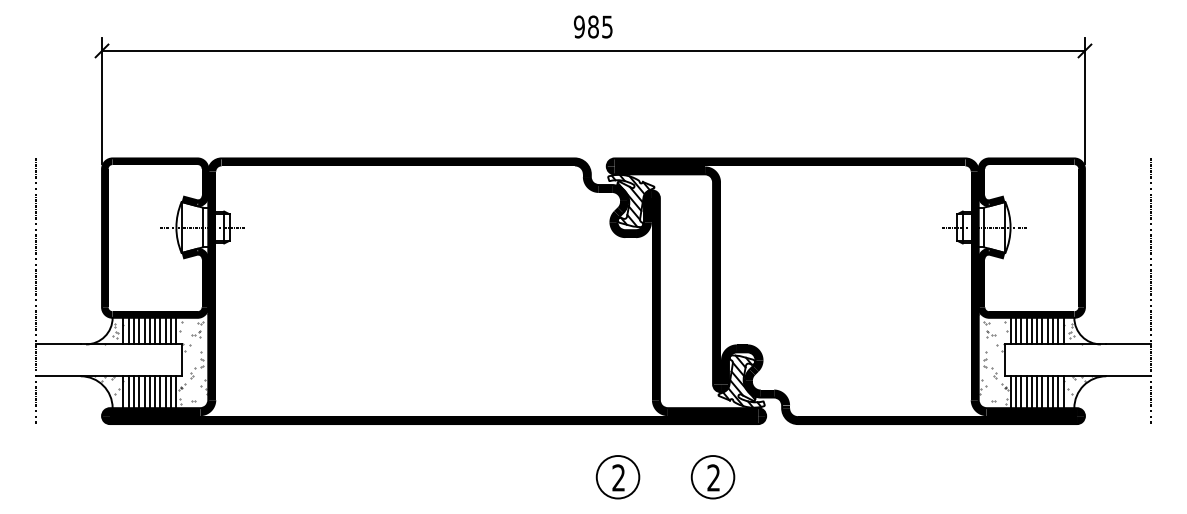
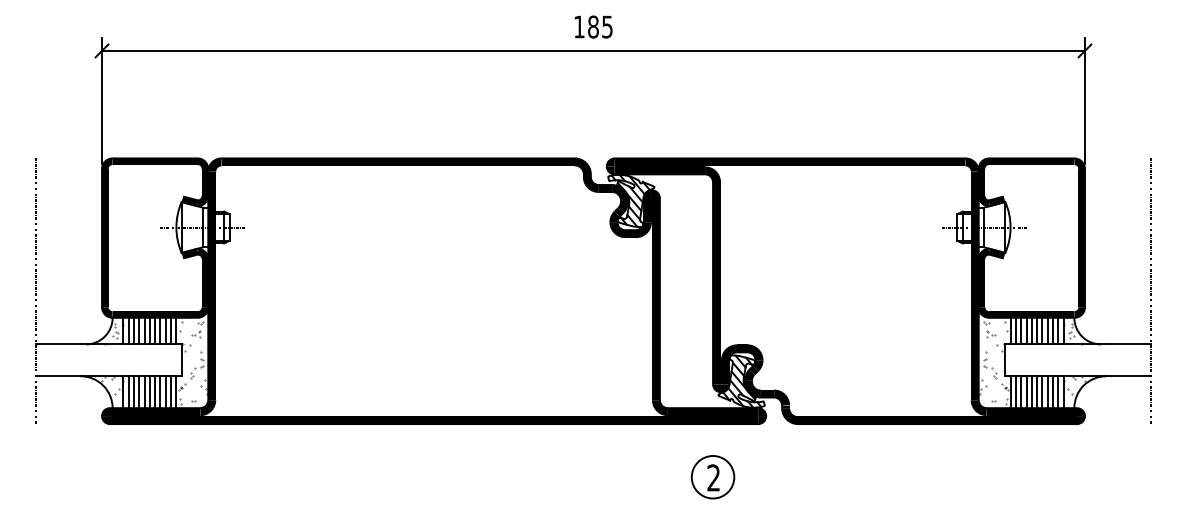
text at (578, 26): 985 -> 185
part at (617, 477): present -> none
